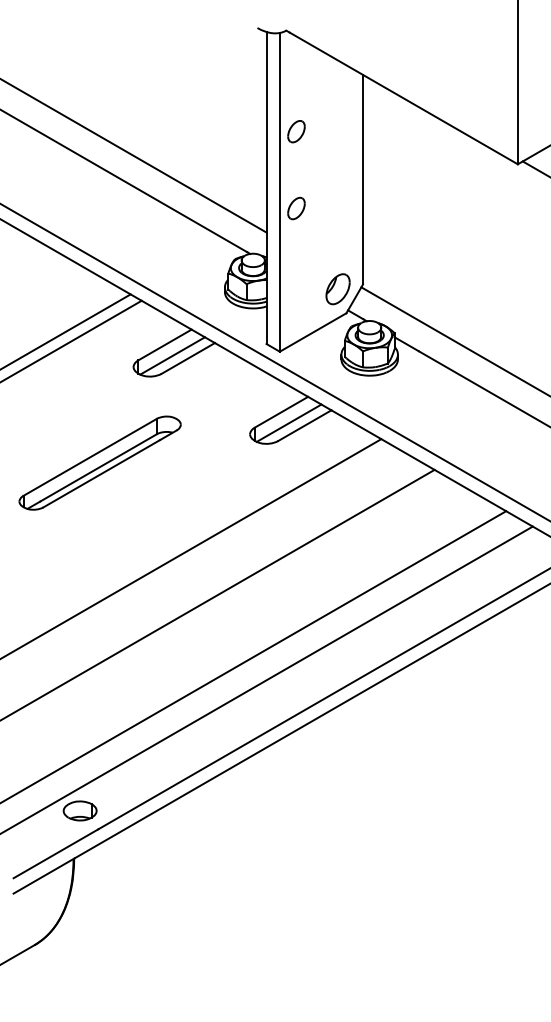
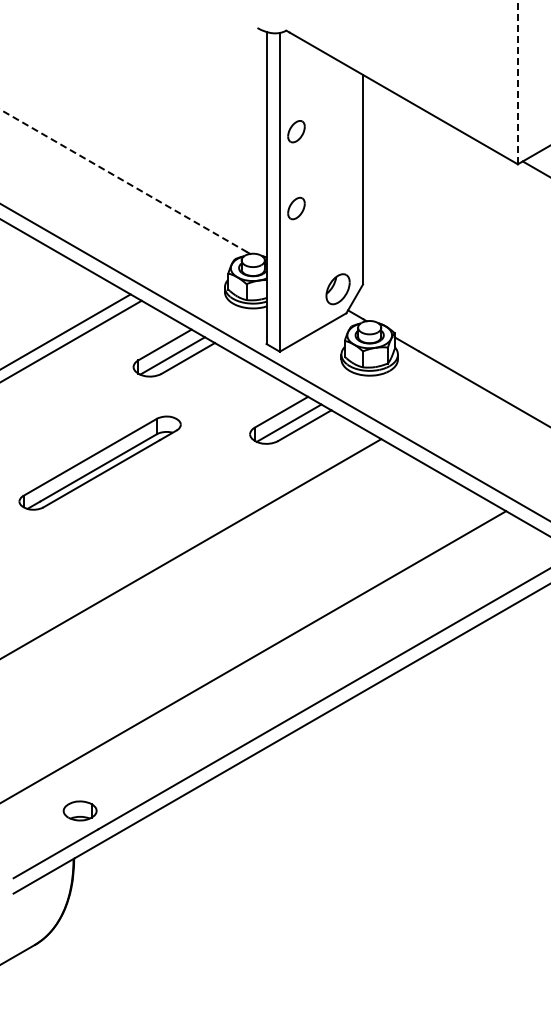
line at (517, 82): solid -> dashed
line at (134, 155): present -> none
line at (124, 181): solid -> dashed
line at (454, 341): present -> none
line at (218, 594): present -> none
line at (267, 679): present -> none
